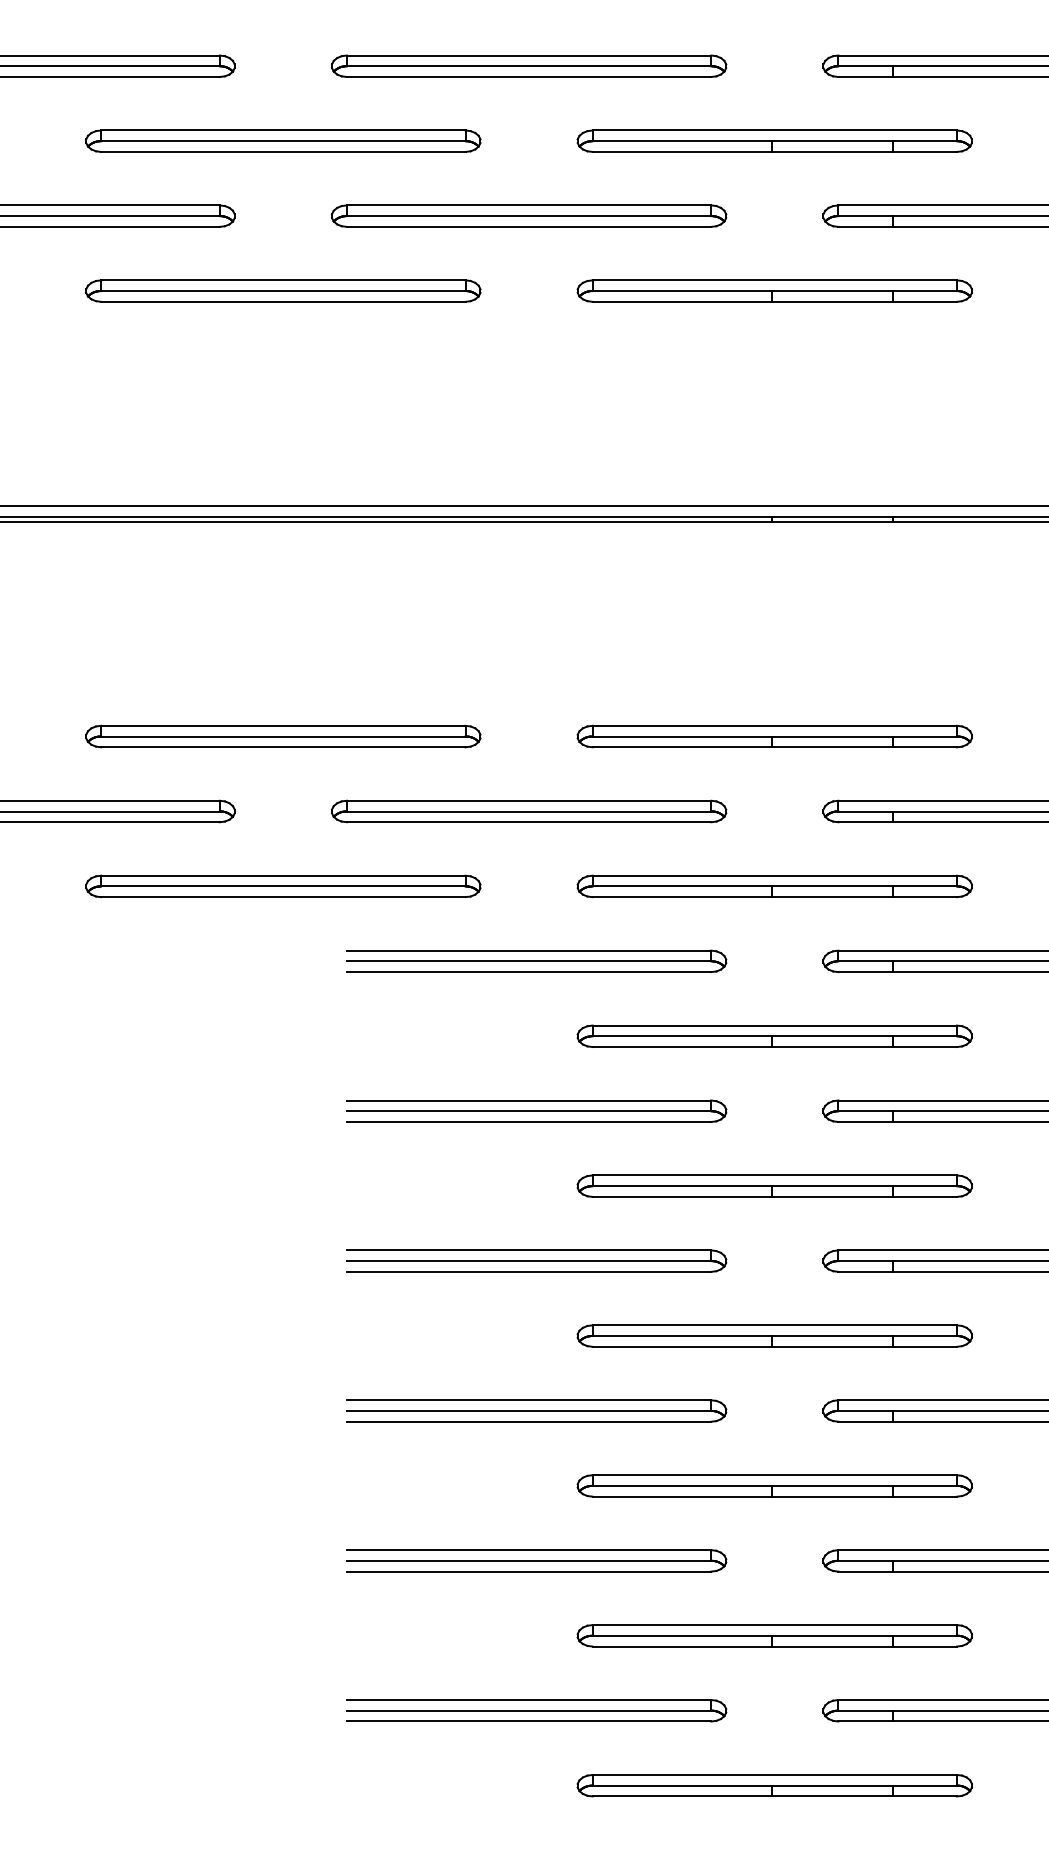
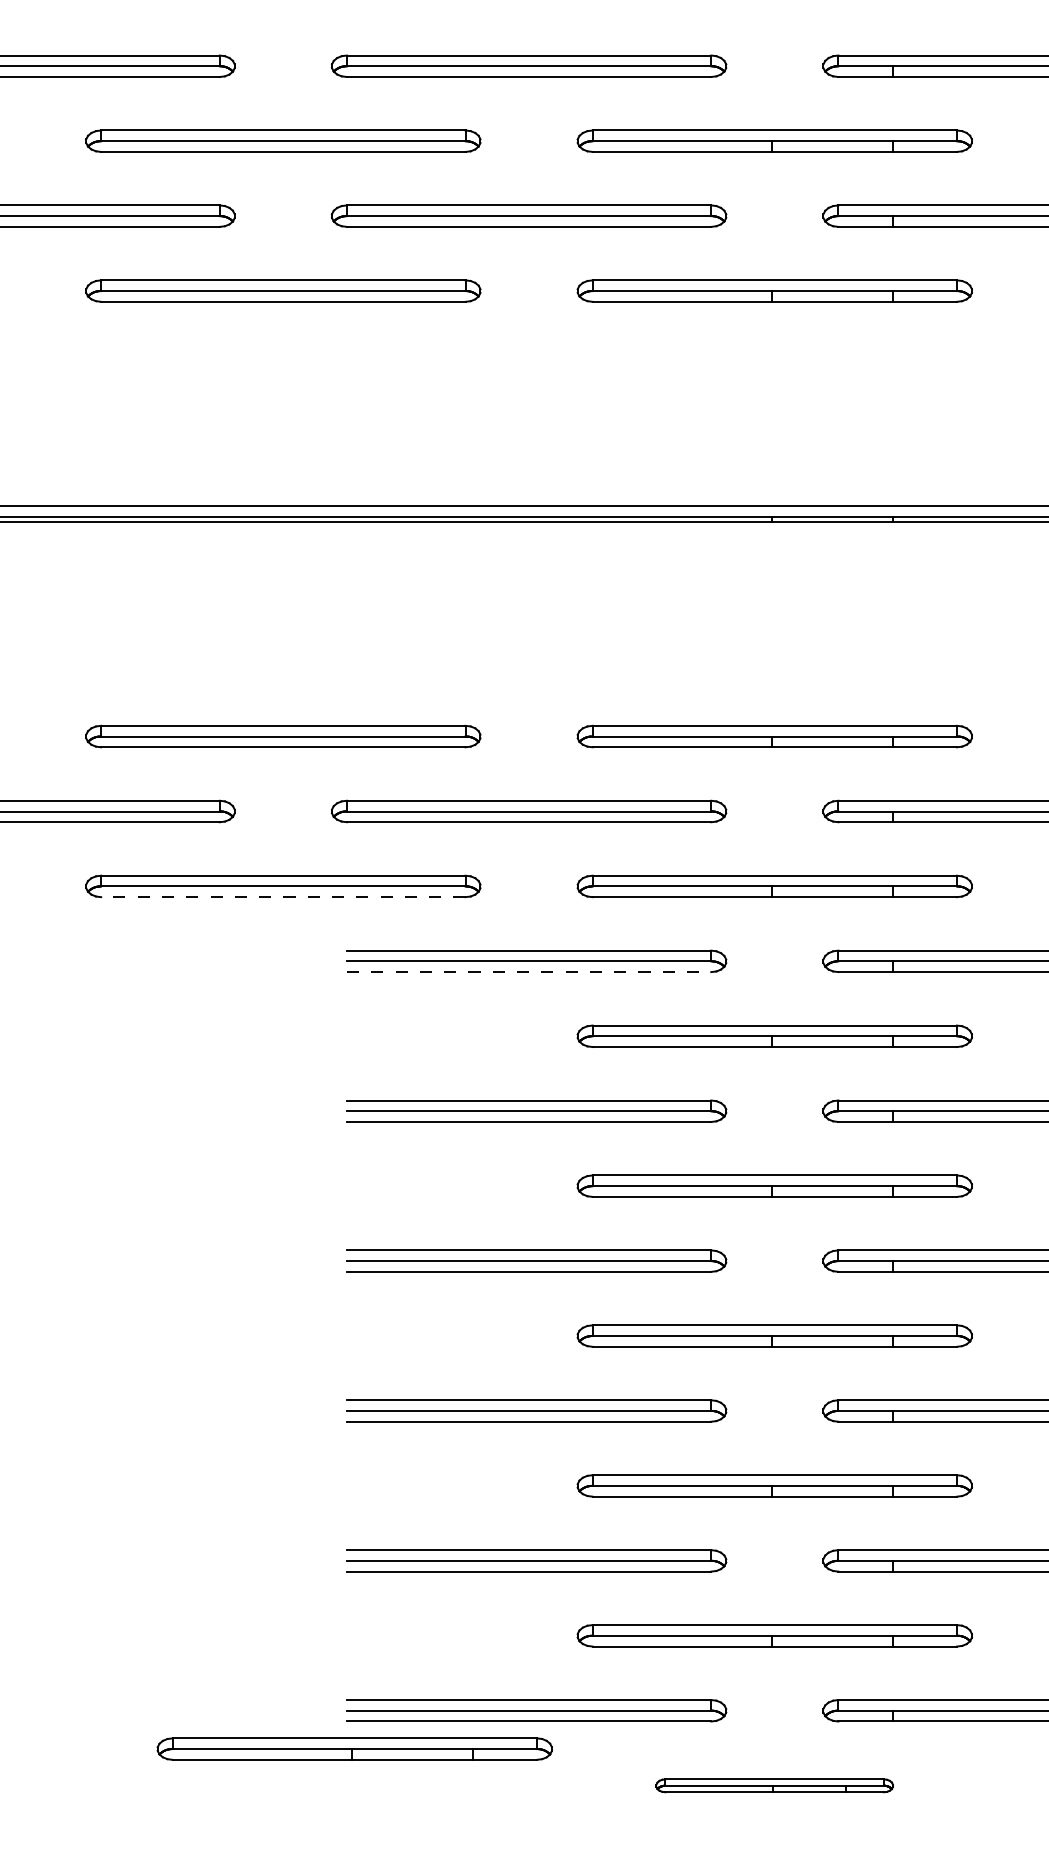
line at (282, 897): solid -> dashed
line at (529, 972): solid -> dashed
part at (354, 1748): none -> present
part at (774, 1785) size: 397x24 px -> 239x16 px
